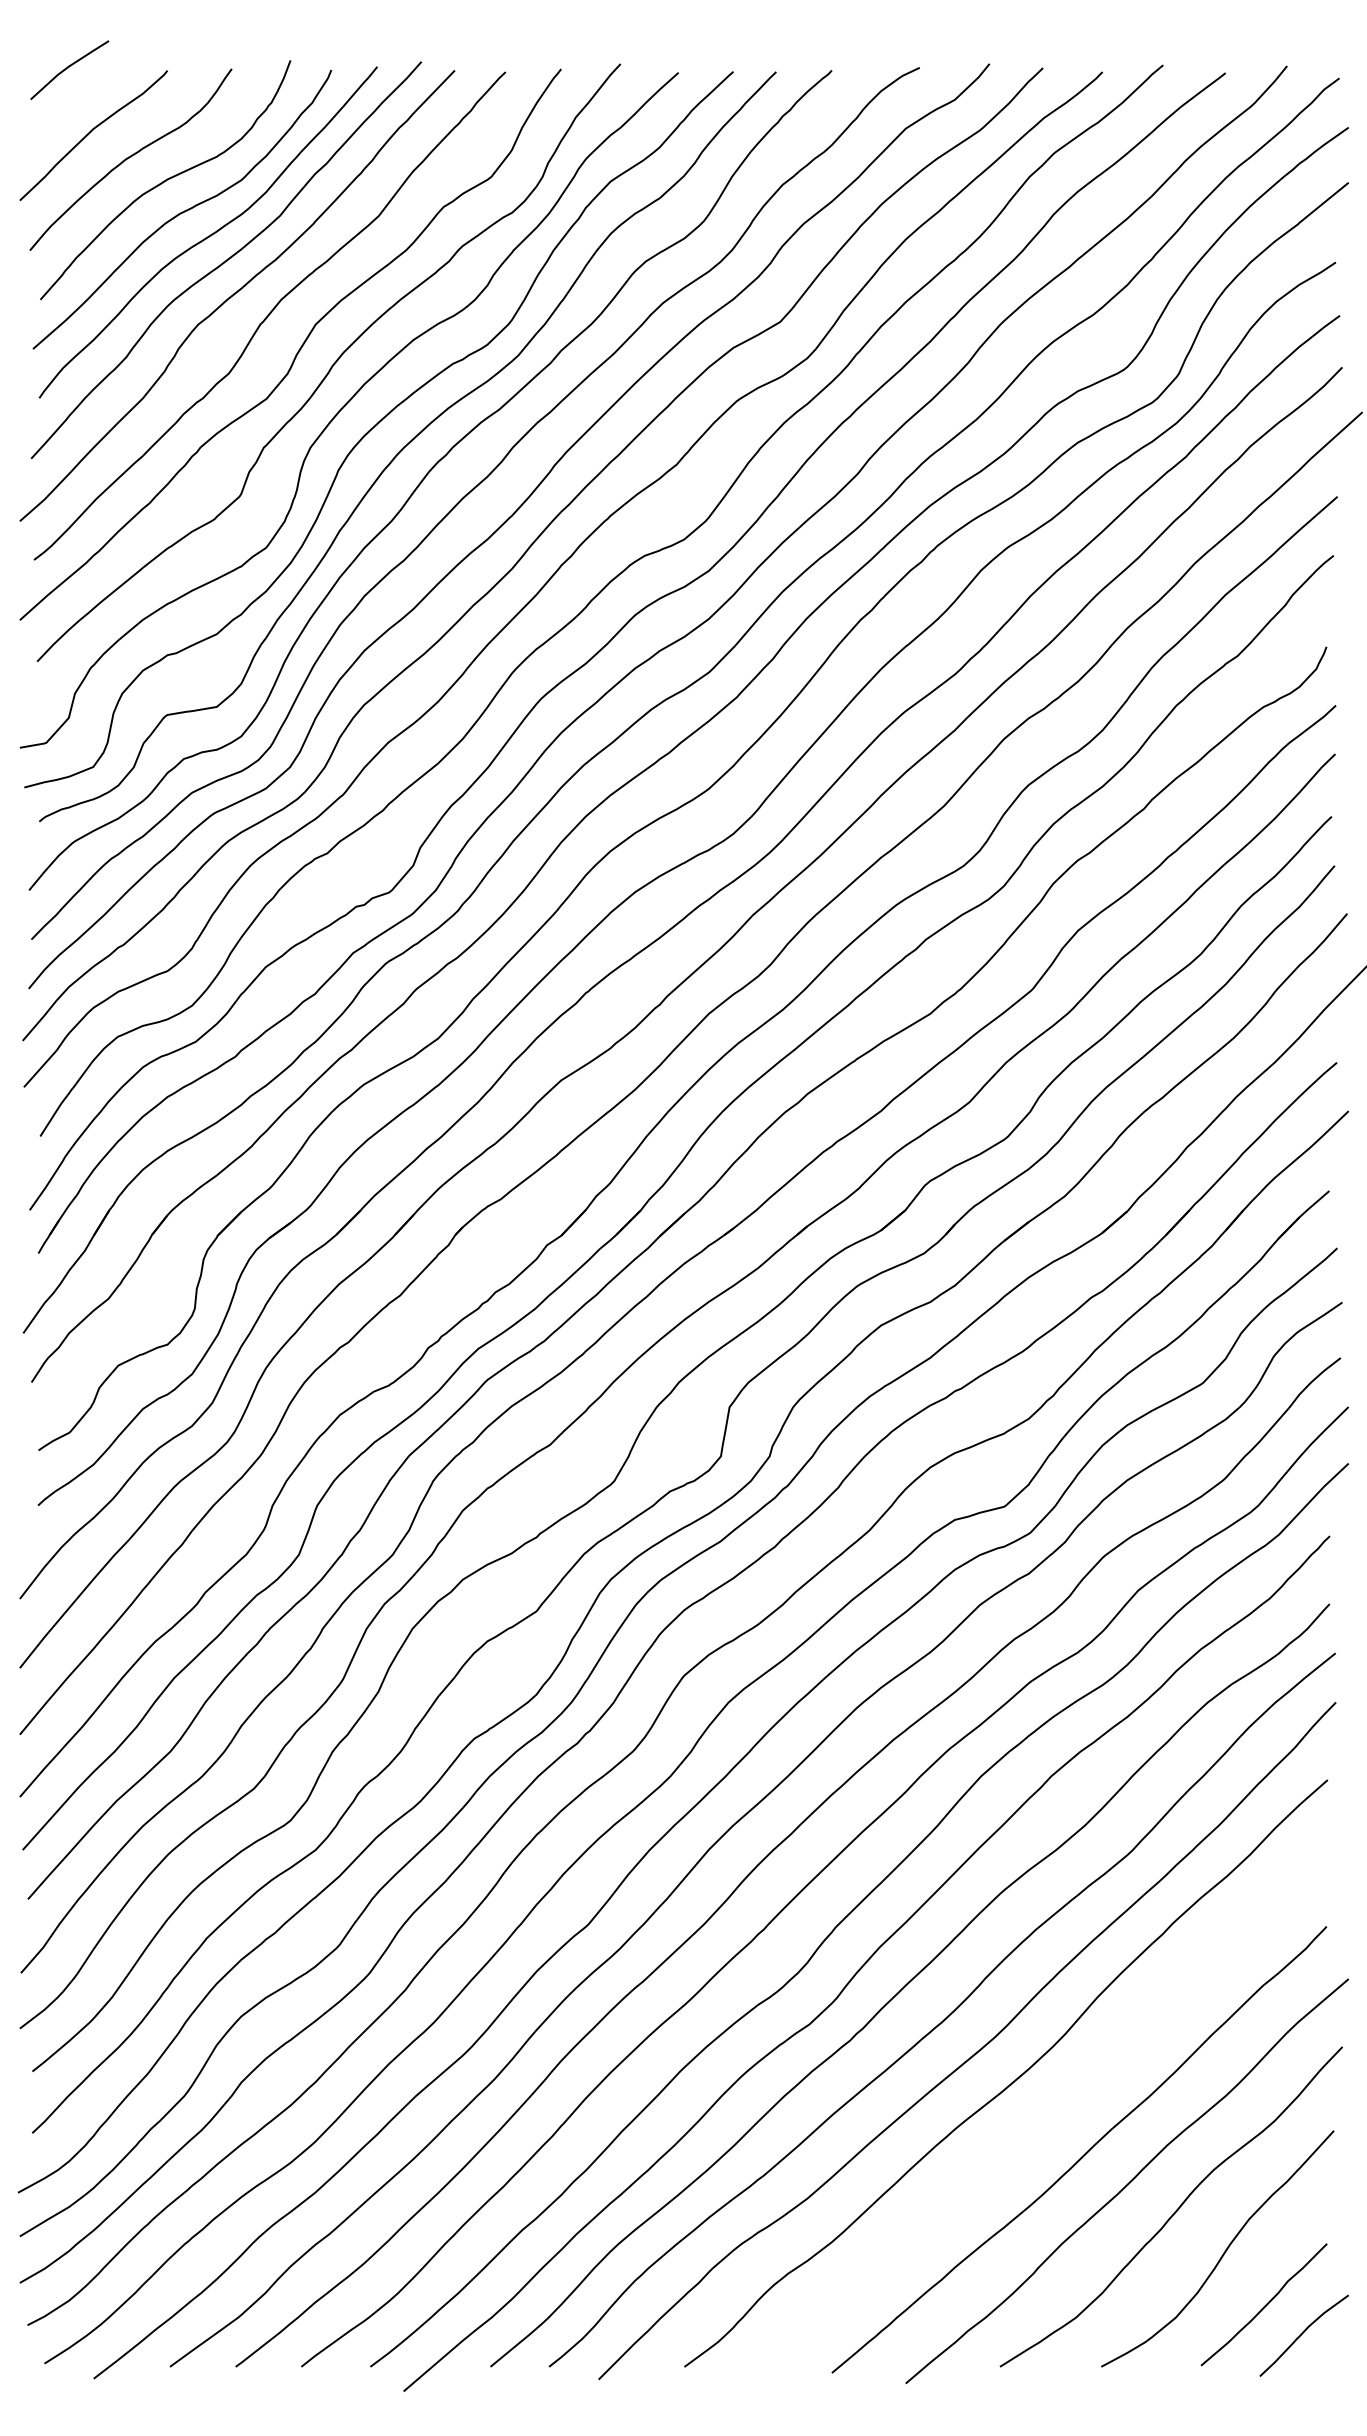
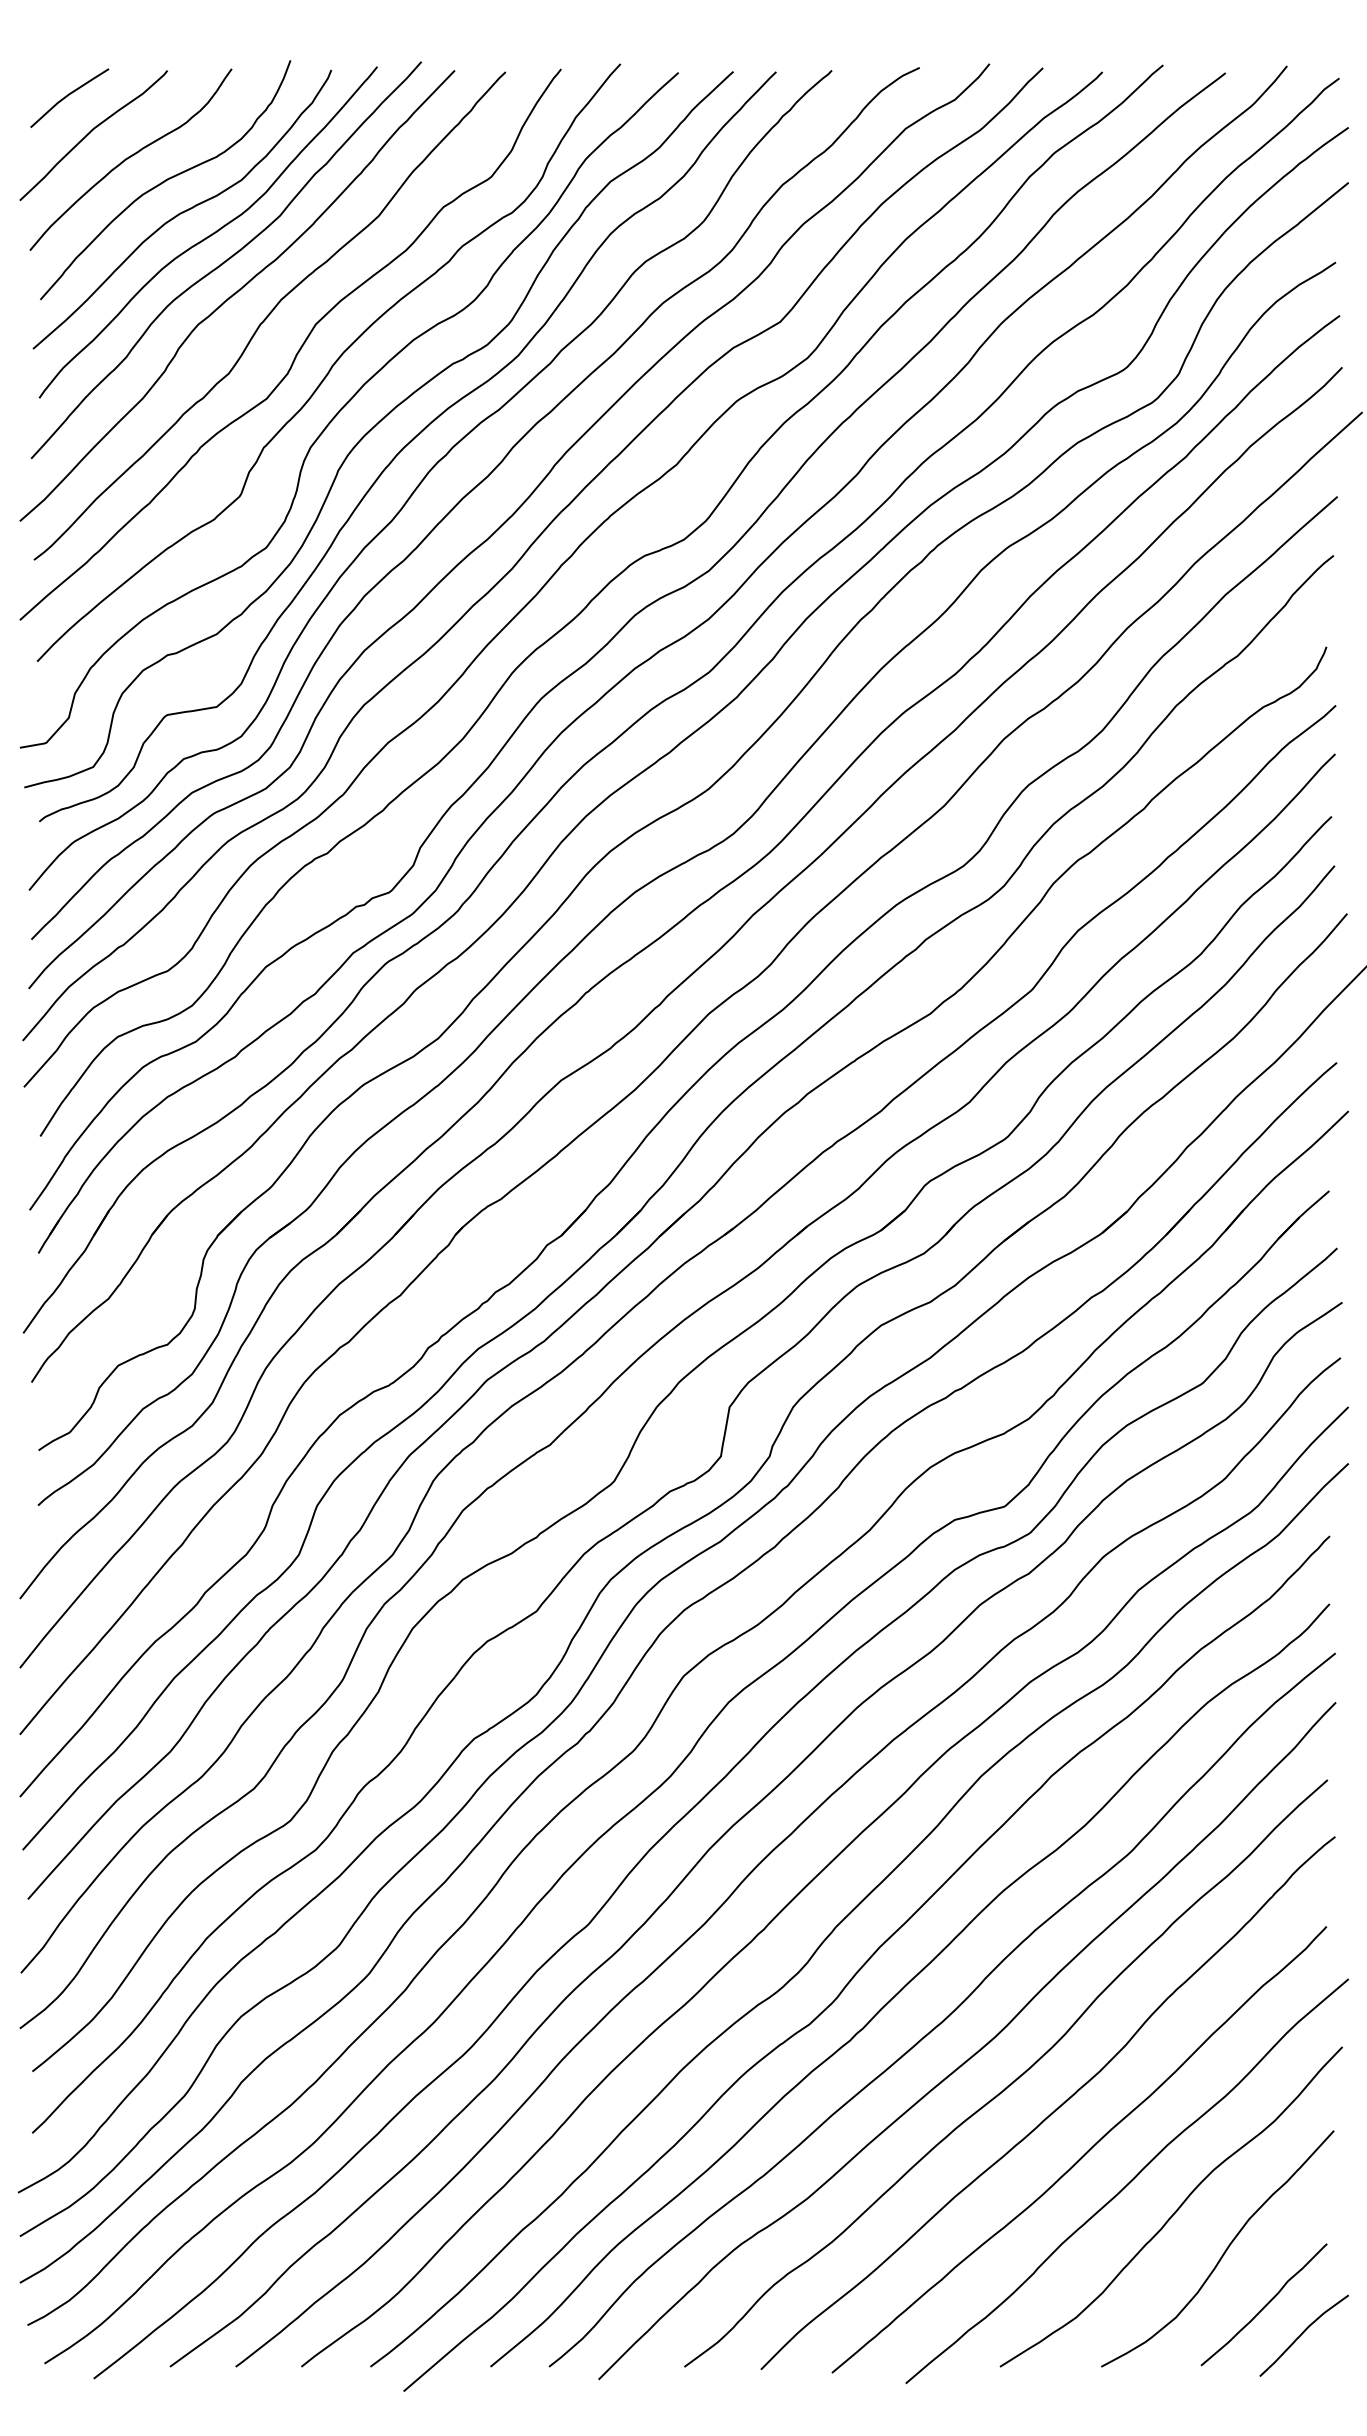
line at (68, 68) position: (68, 68) -> (68, 96)
curve at (1052, 2111): none -> present
